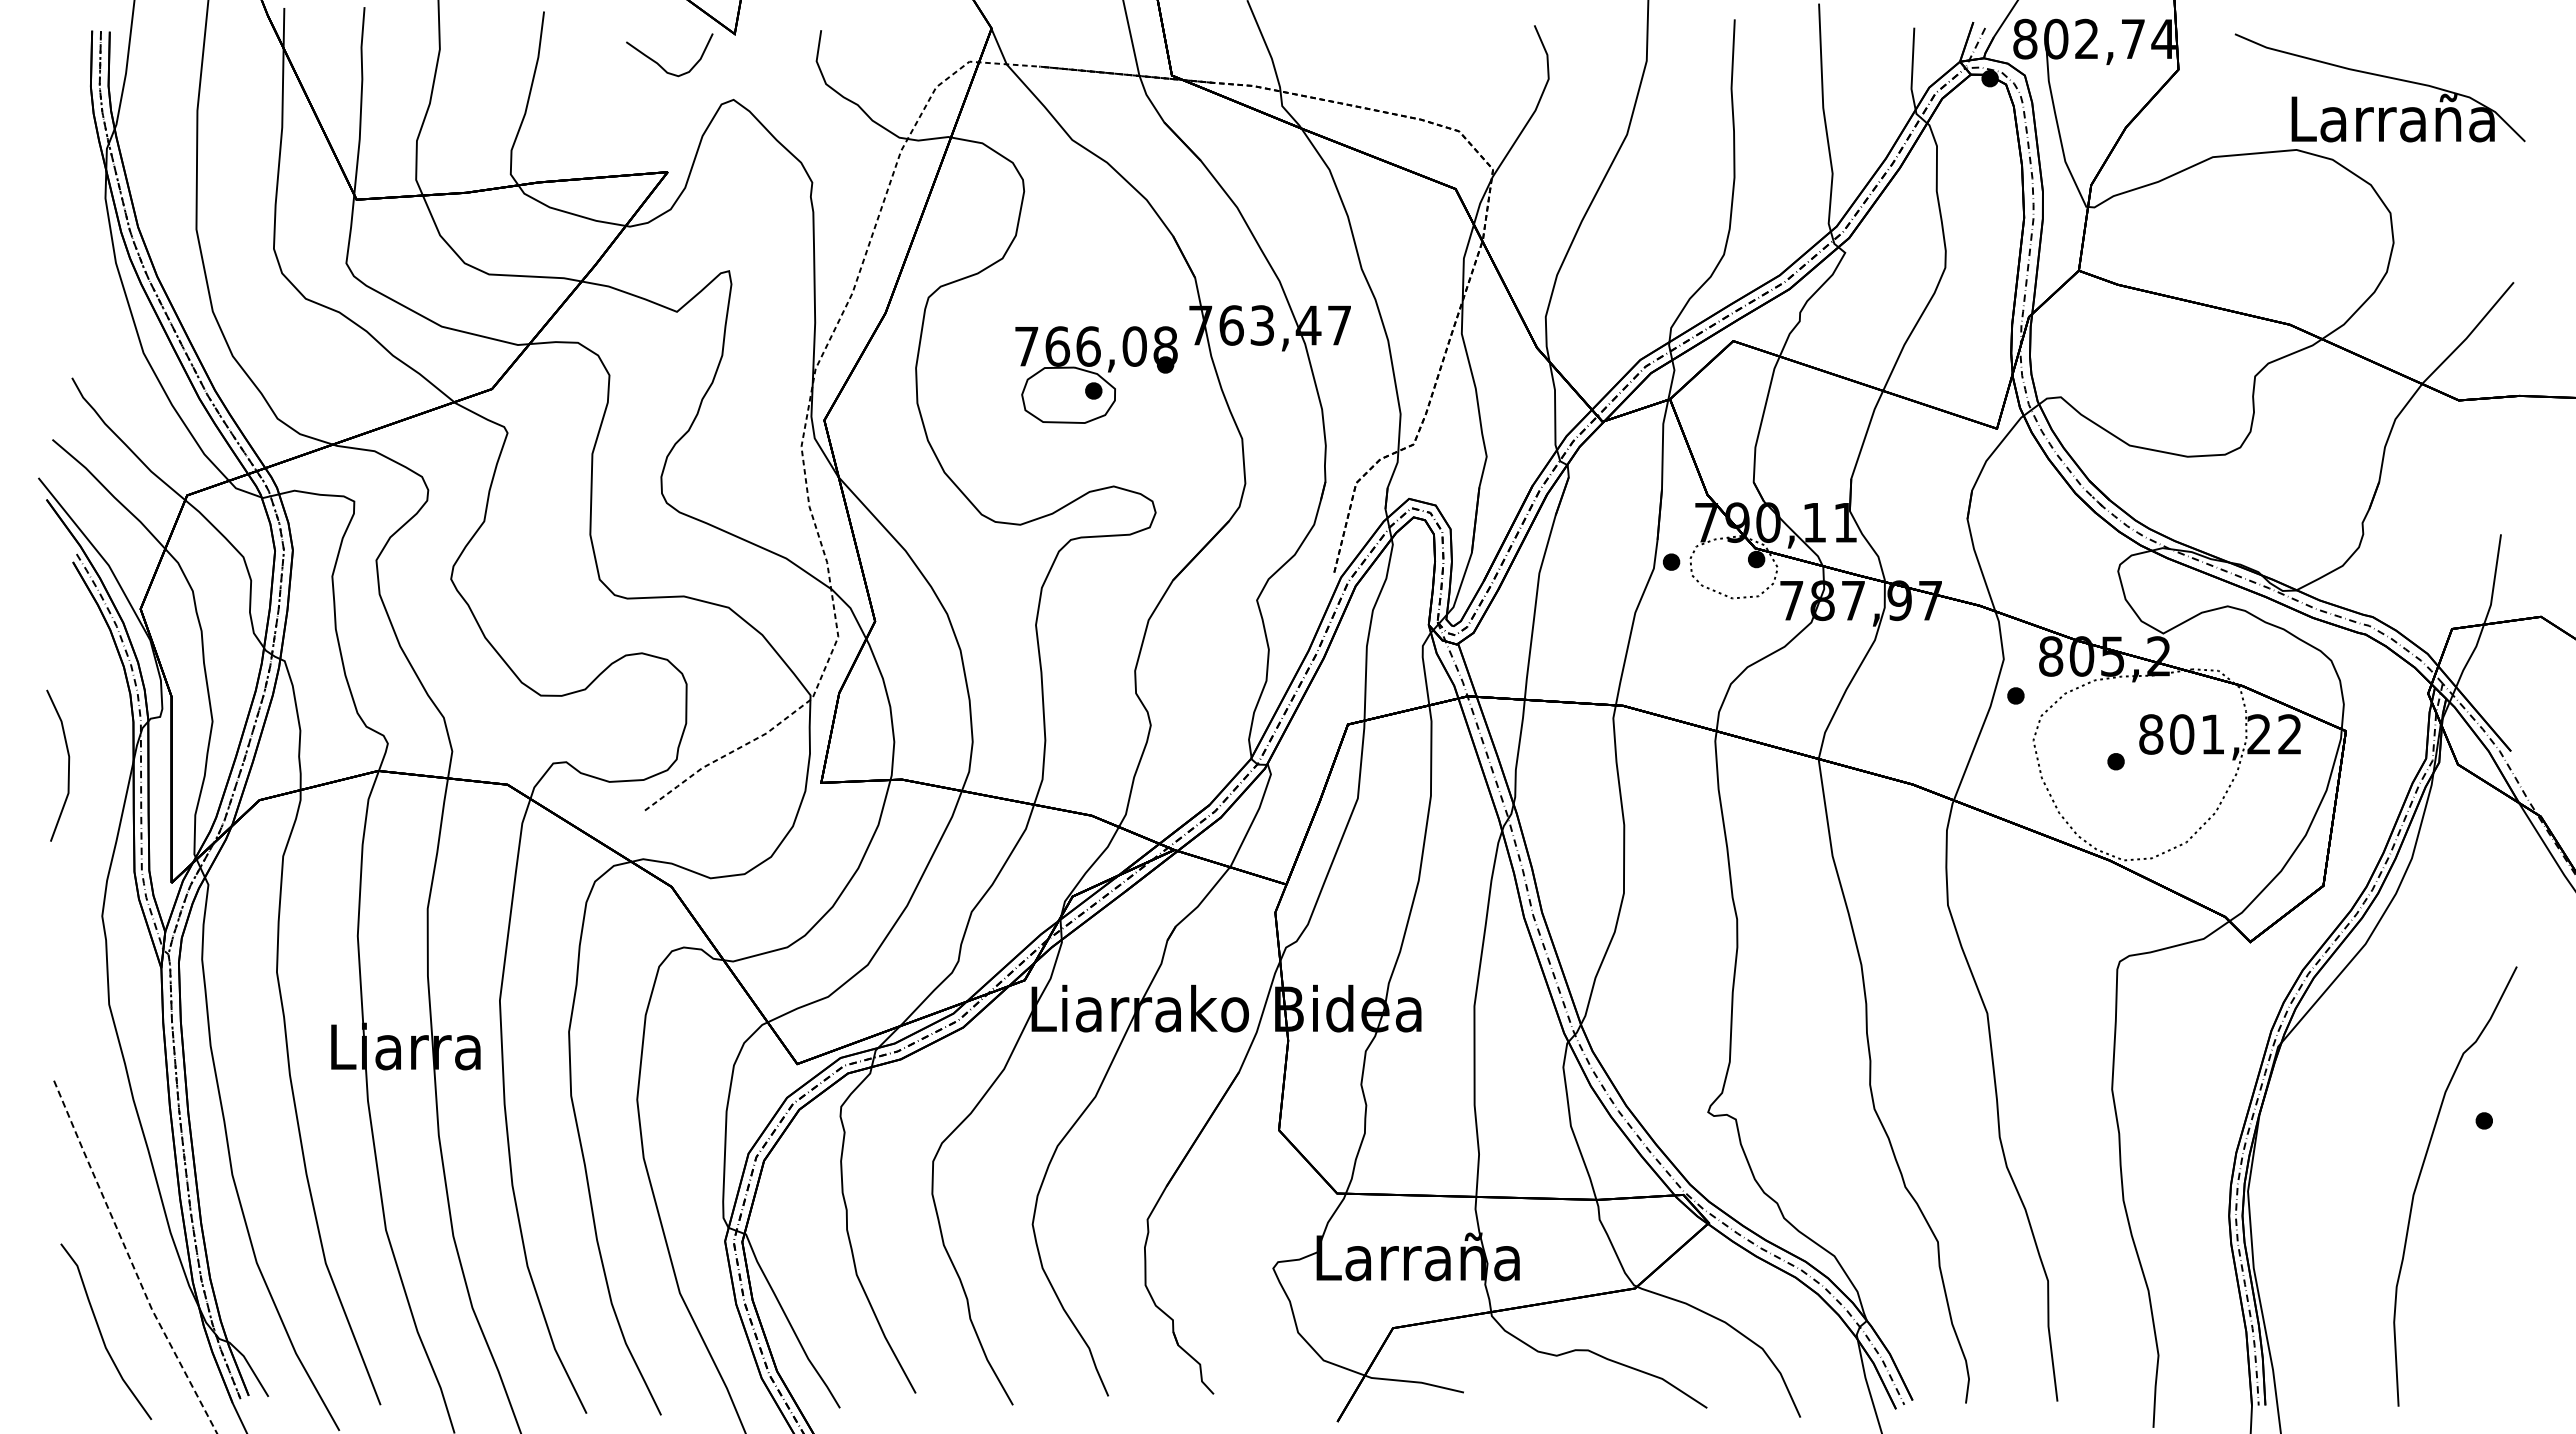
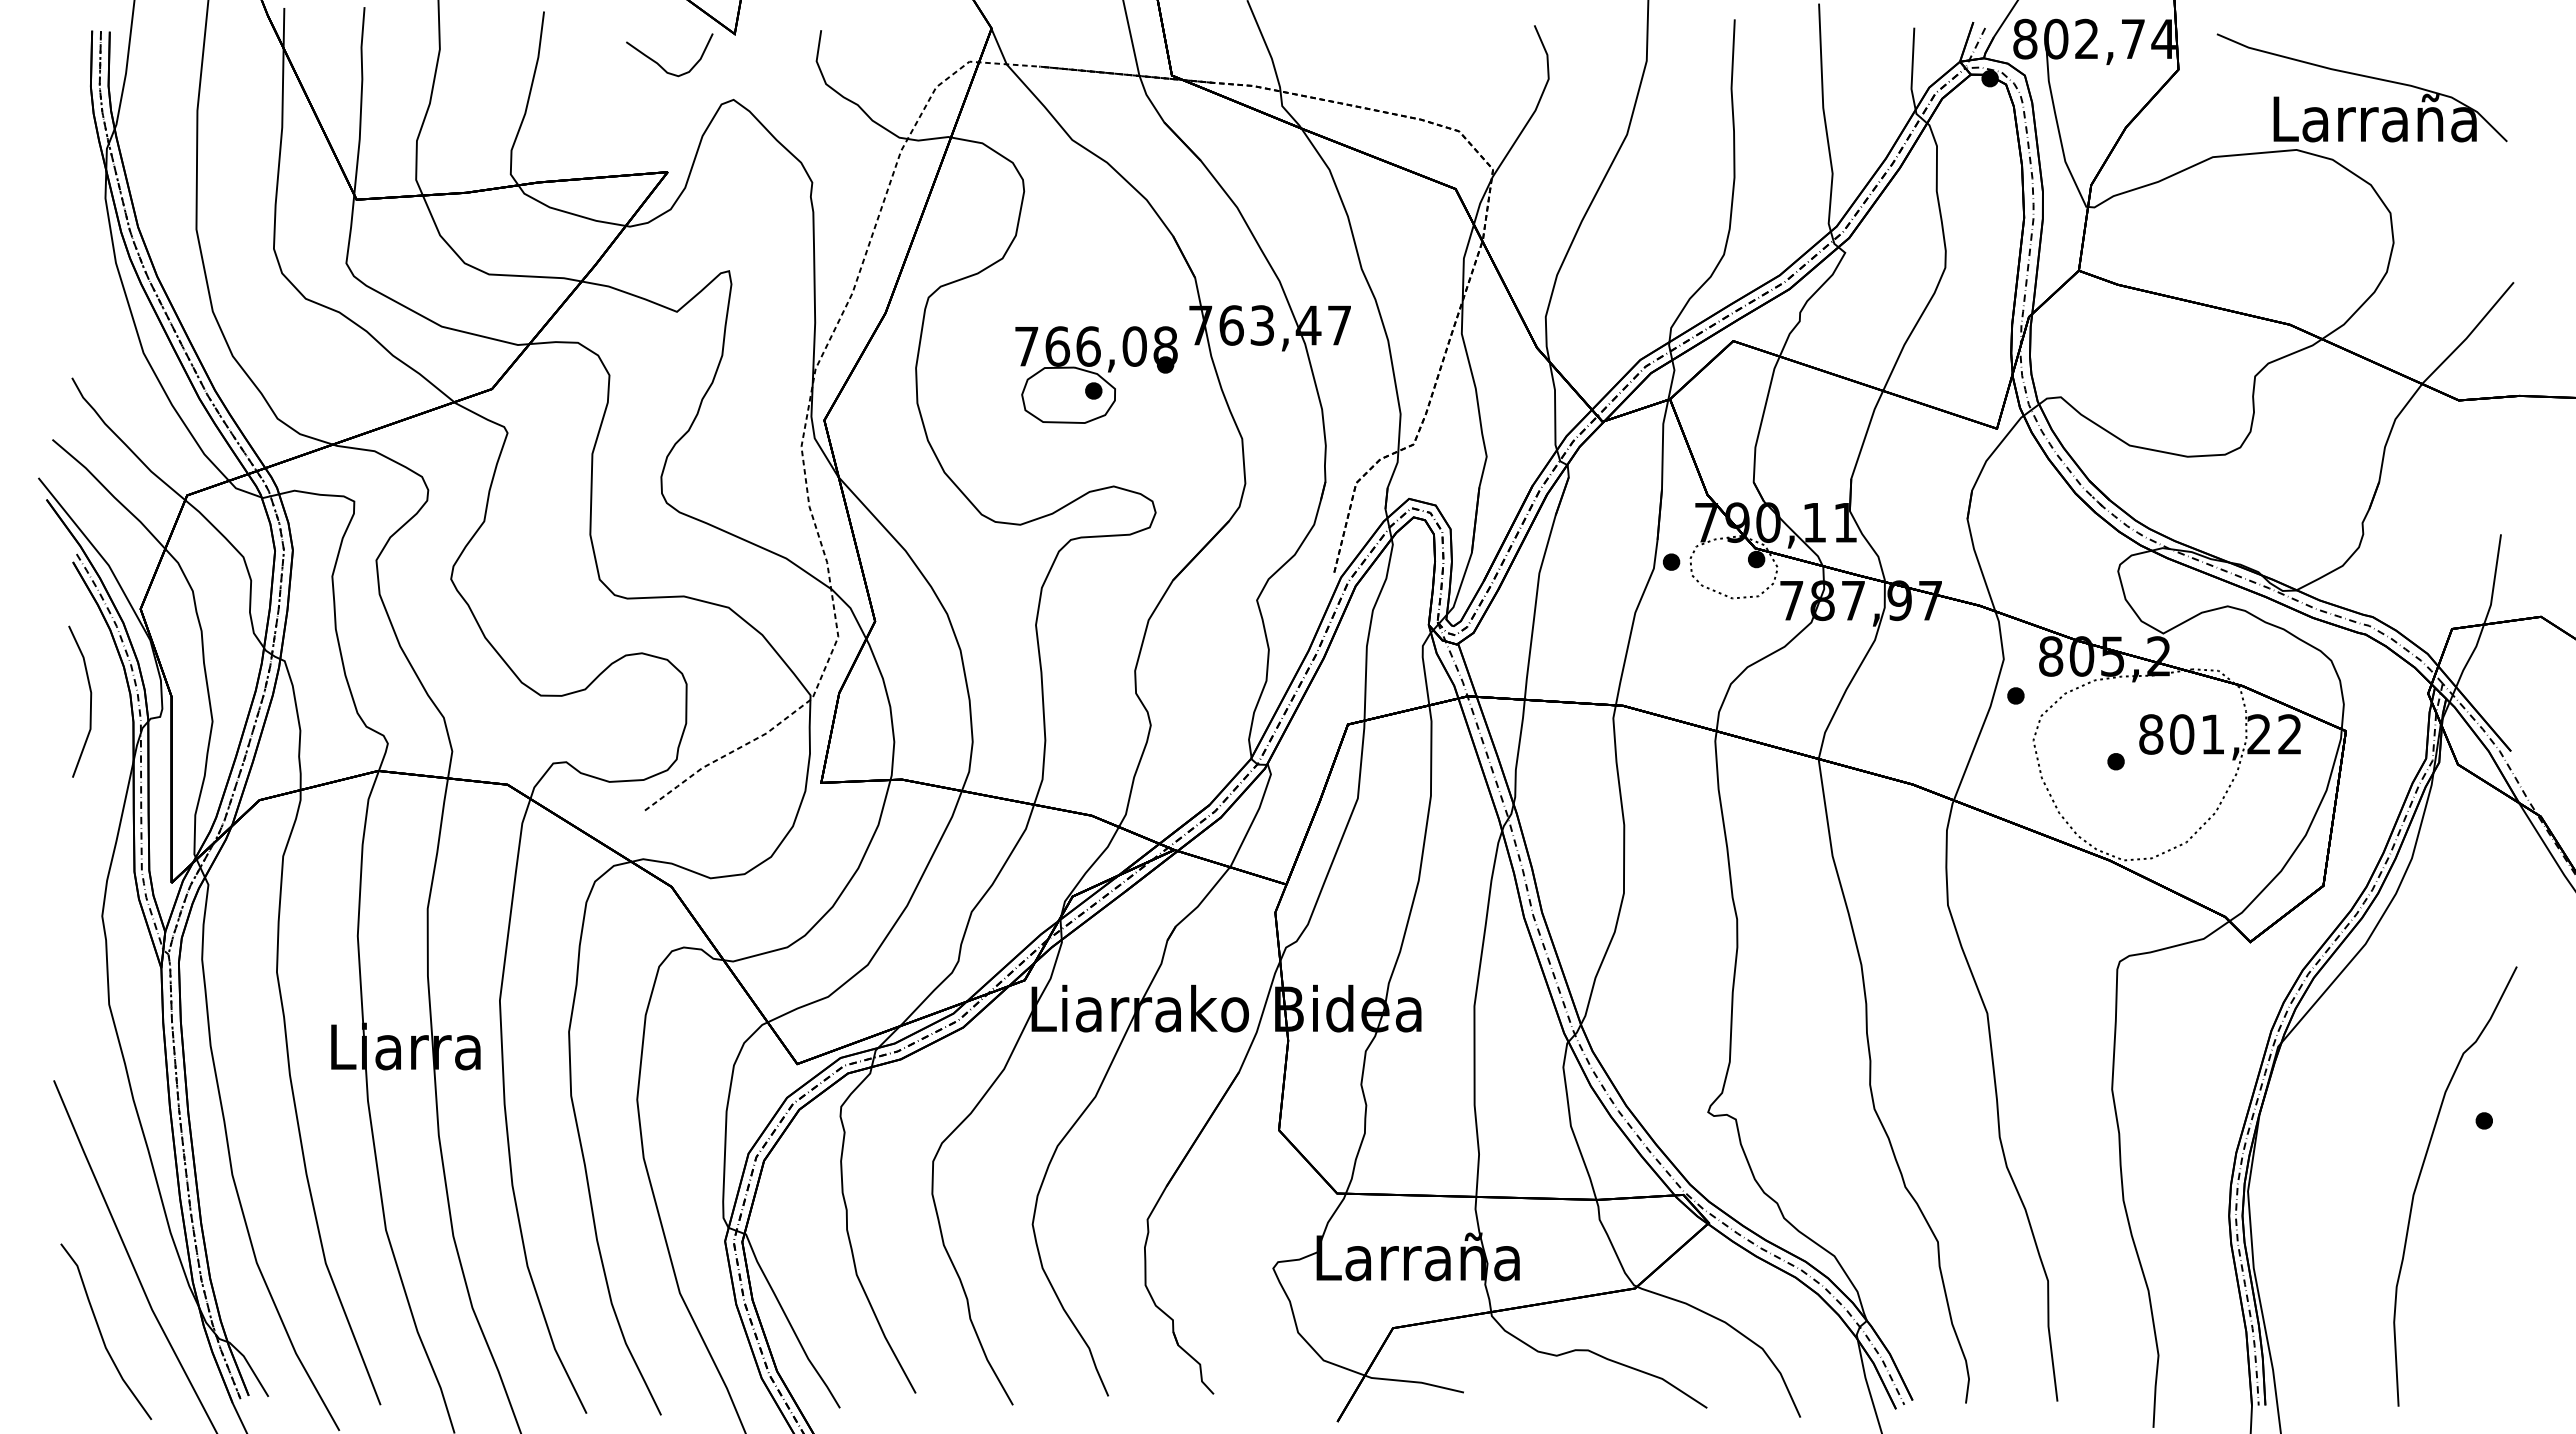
part at (2383, 77) position: (2383, 77) -> (2365, 77)
line at (68, 765) position: (68, 765) -> (90, 701)
line at (130, 1258): dashed -> solid
